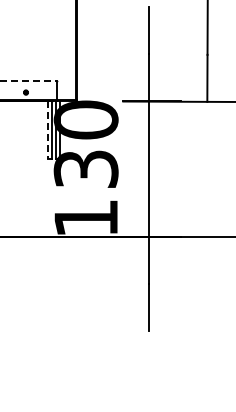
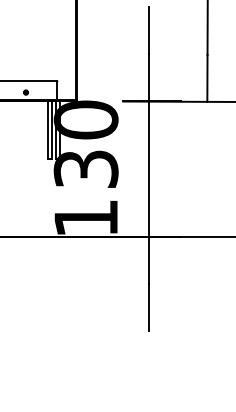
line at (29, 80): dashed -> solid
line at (47, 130): dashed -> solid
